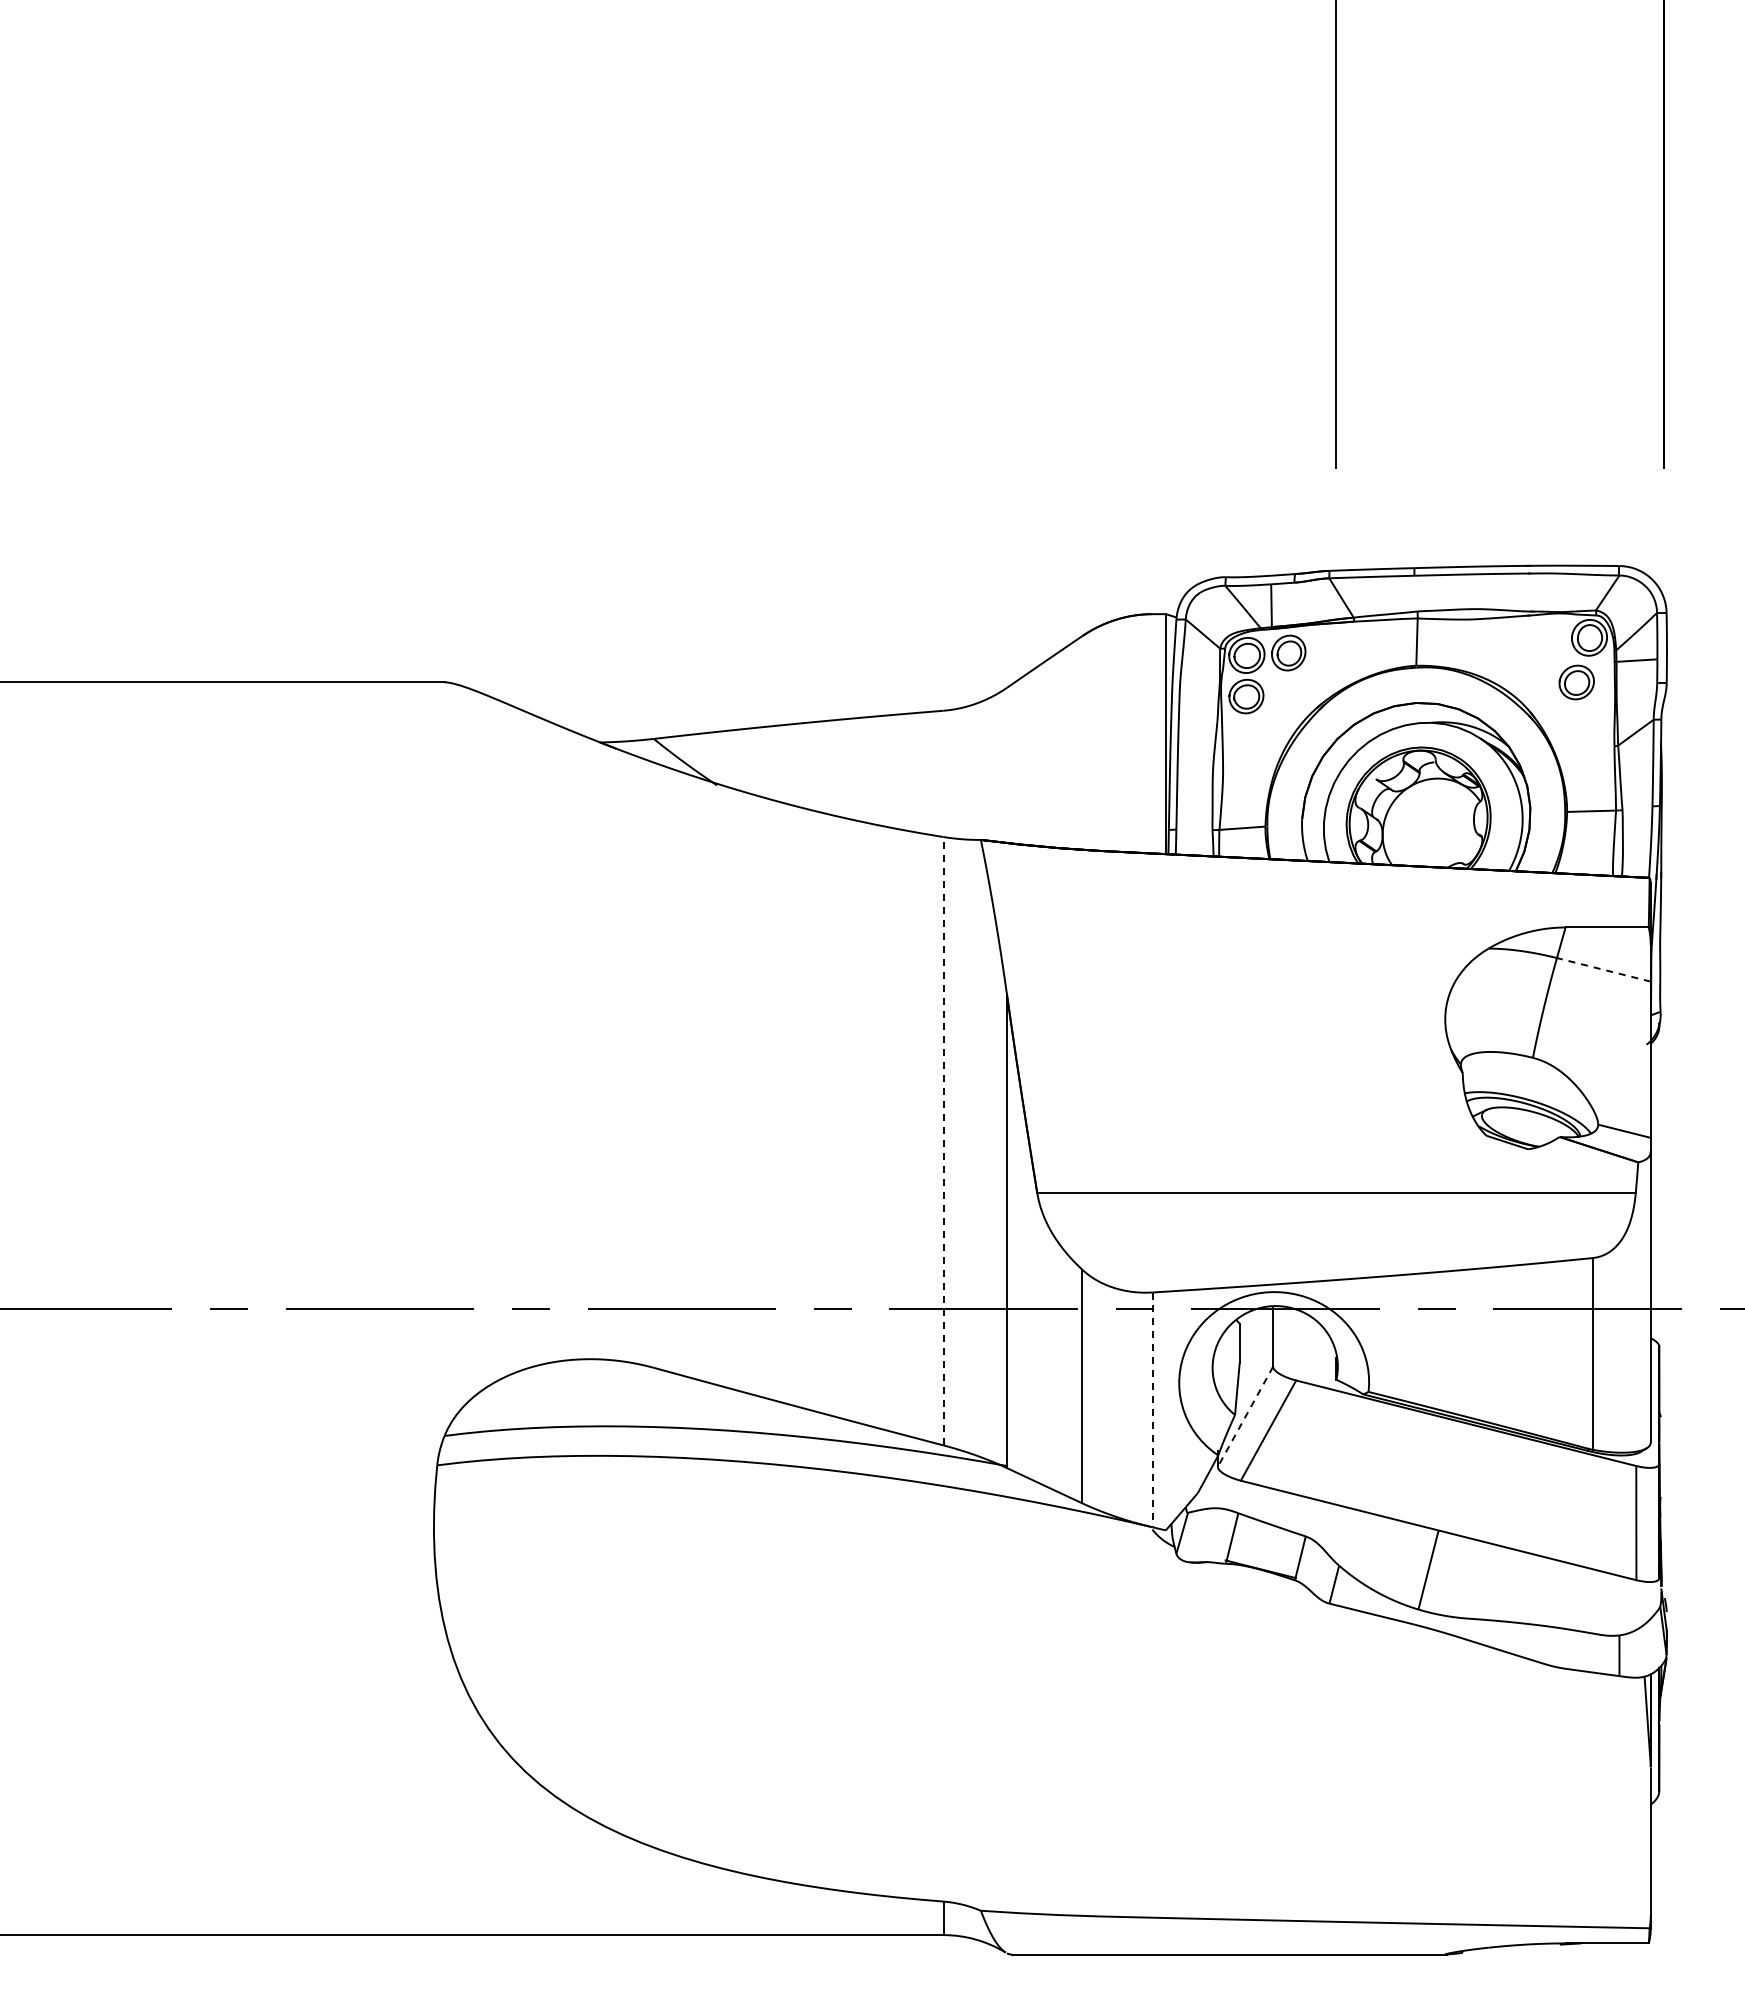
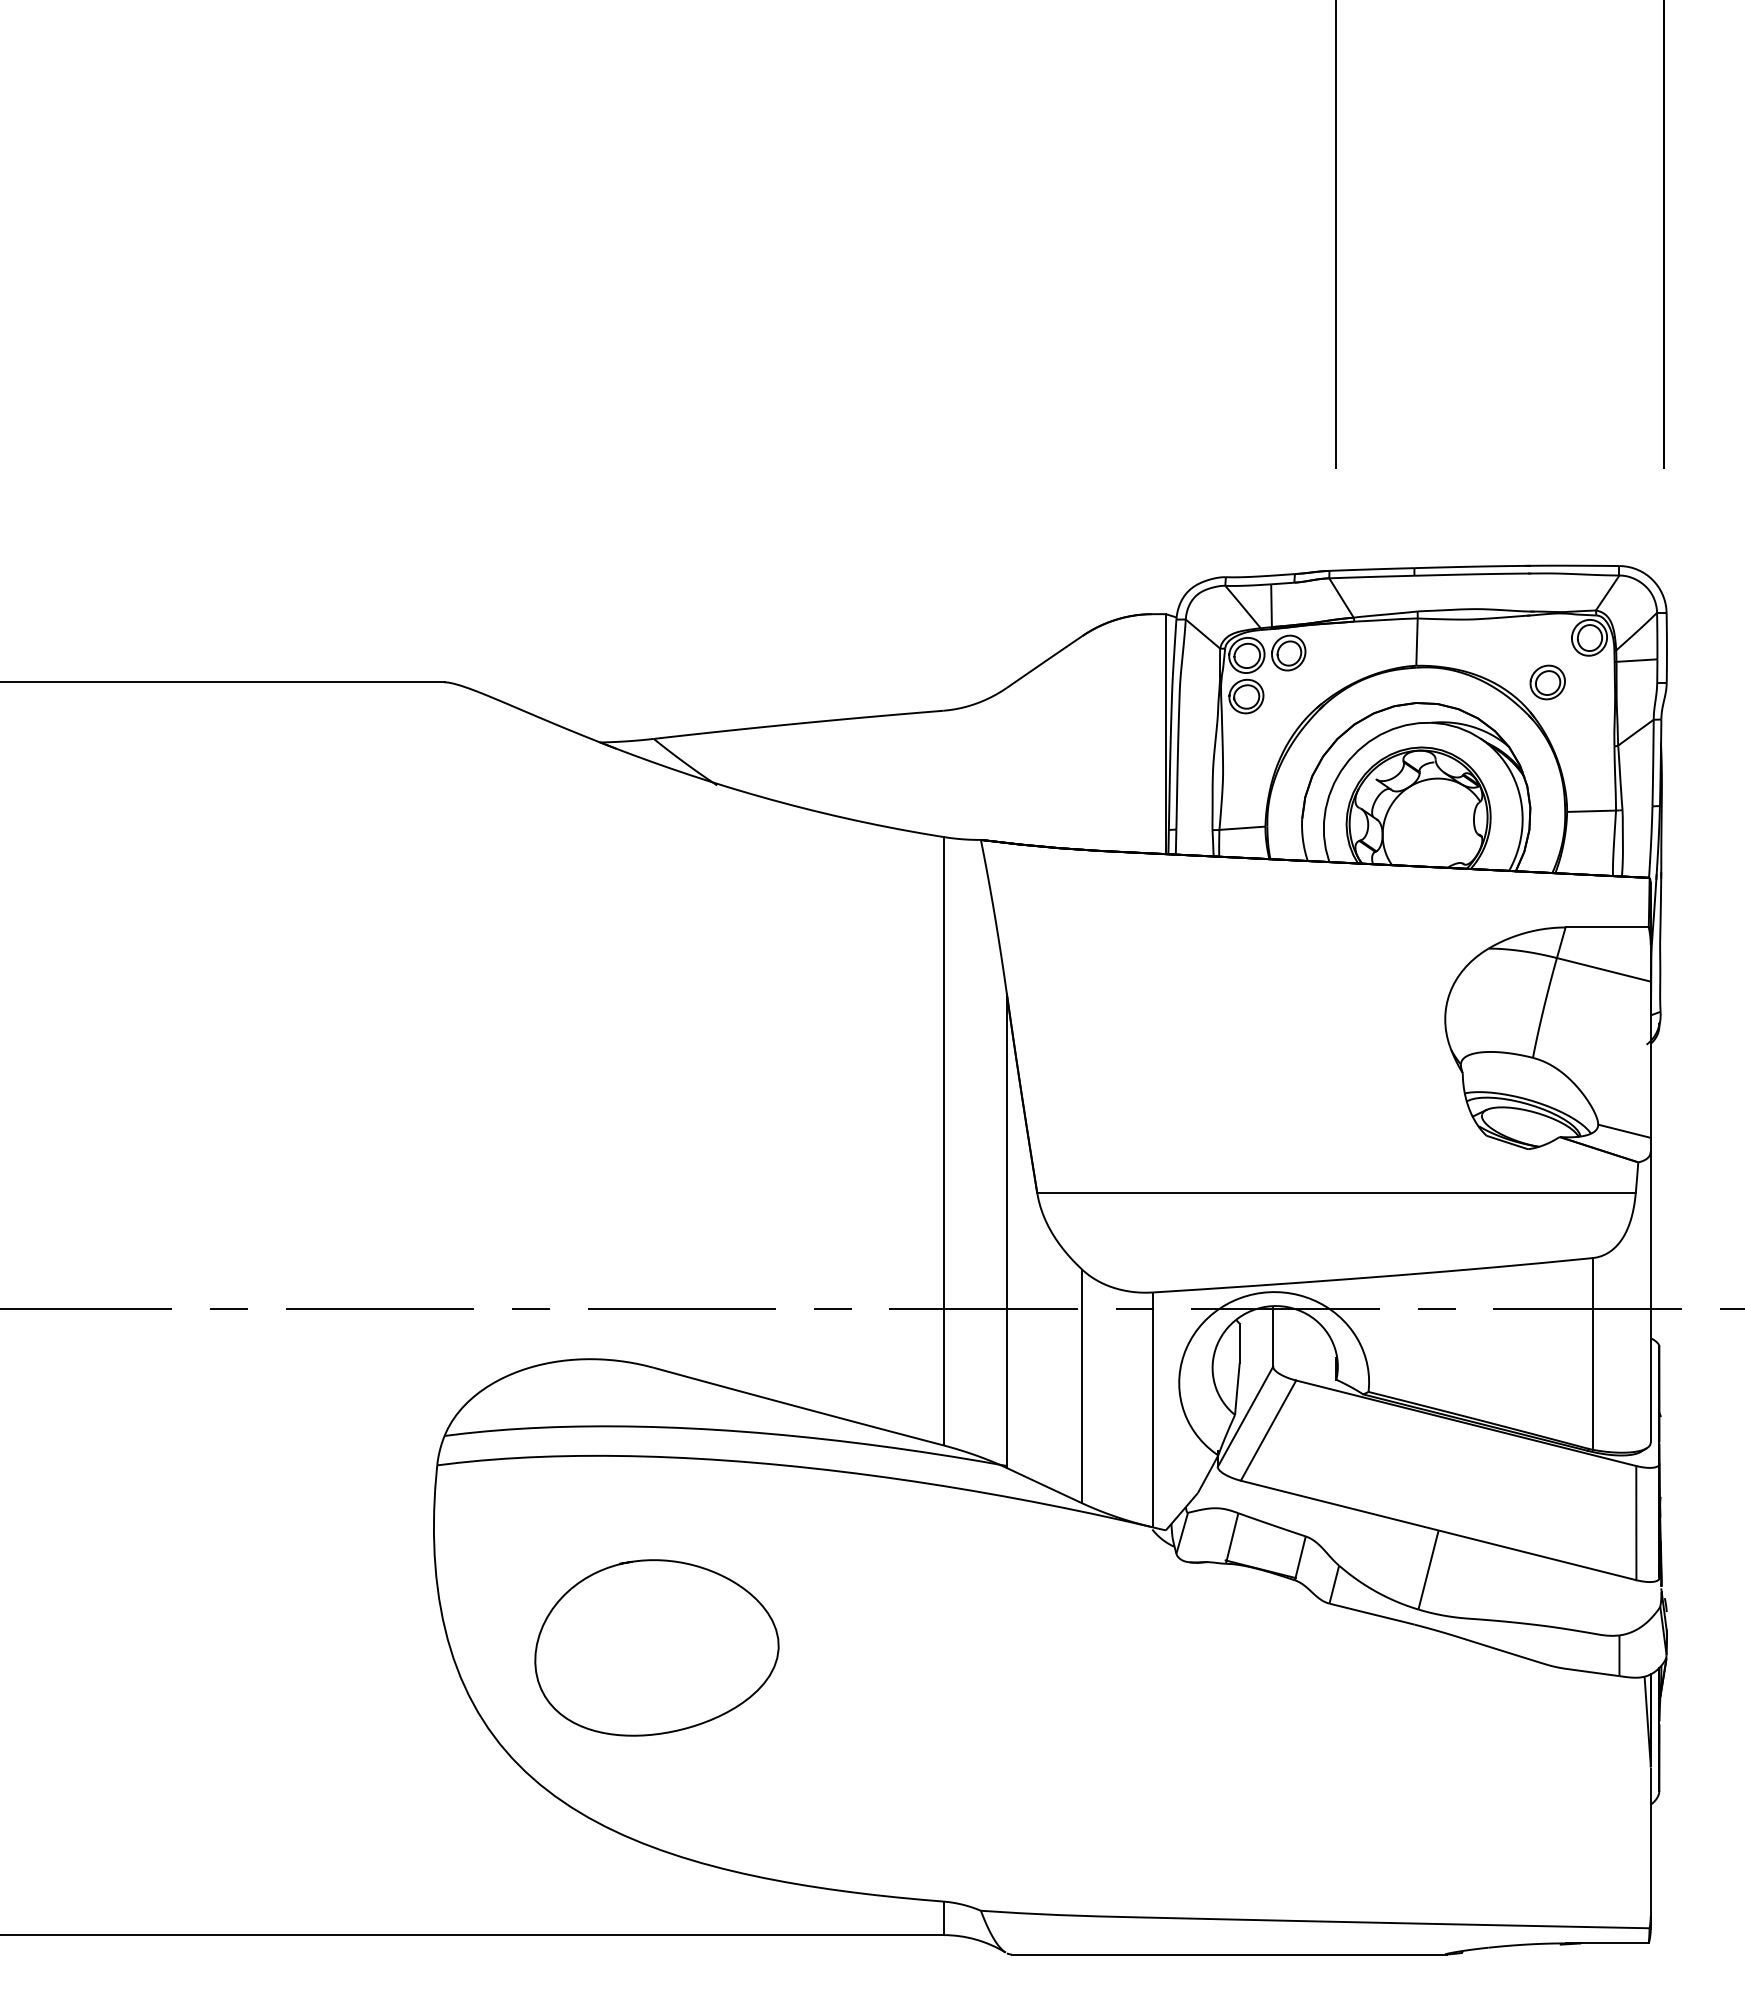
part at (1576, 682) position: (1576, 682) -> (1547, 682)
line at (1603, 969): dashed -> solid
line at (943, 1140): dashed -> solid
line at (1152, 1410): dashed -> solid
line at (1245, 1417): dashed -> solid
curve at (676, 1729): none -> present
